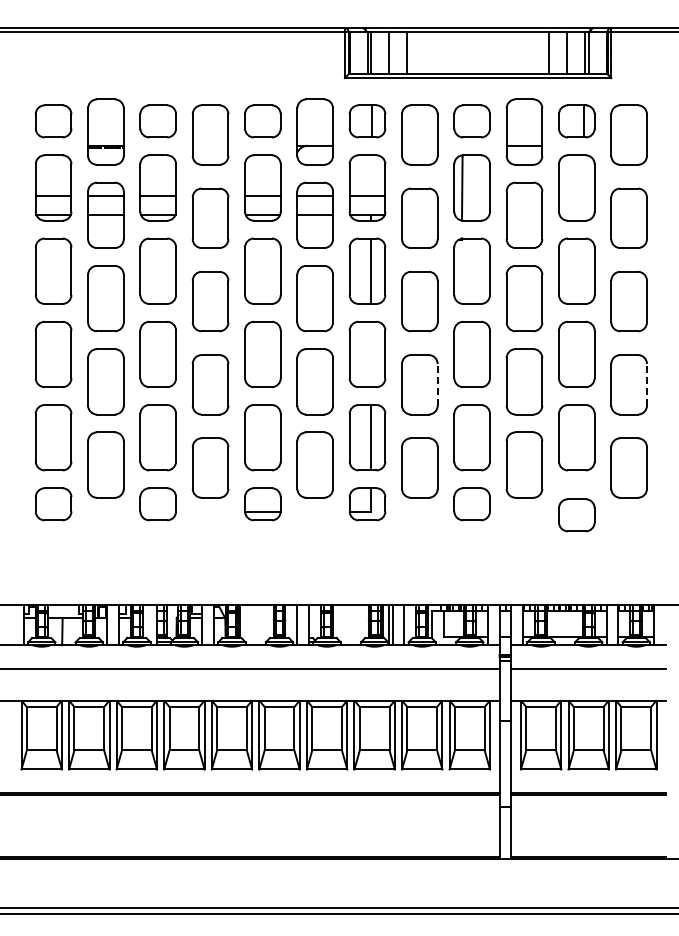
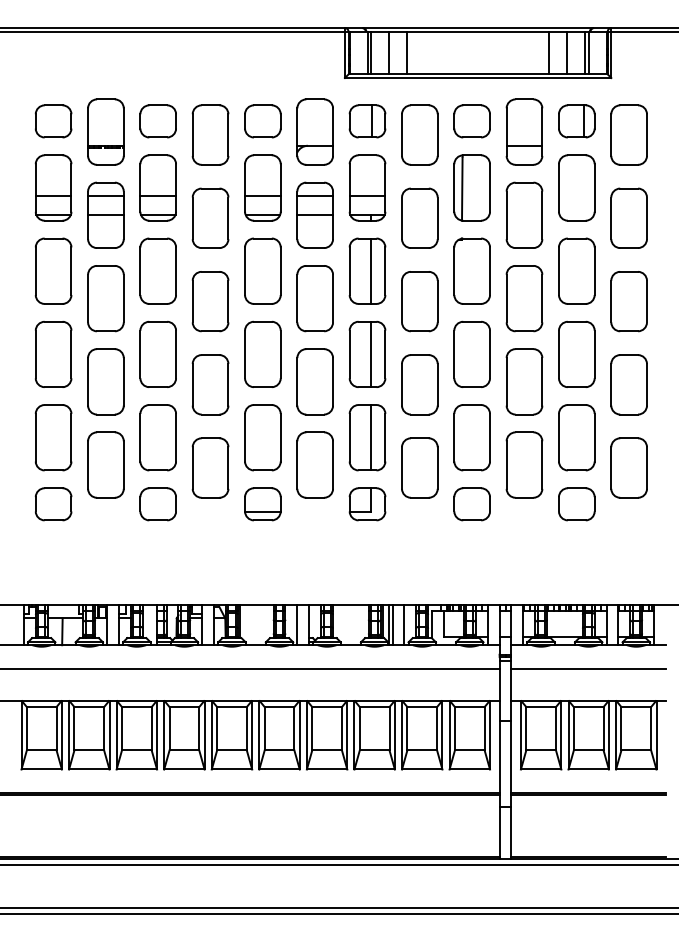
line at (371, 354): none -> present
line at (437, 384): dashed -> solid
line at (646, 384): dashed -> solid
part at (576, 515) position: (576, 515) -> (576, 504)
line at (338, 865): none -> present
